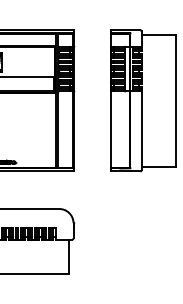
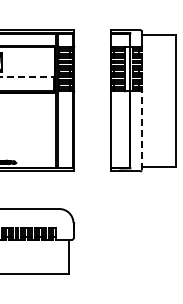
line at (27, 76): solid -> dashed
line at (141, 130): solid -> dashed
